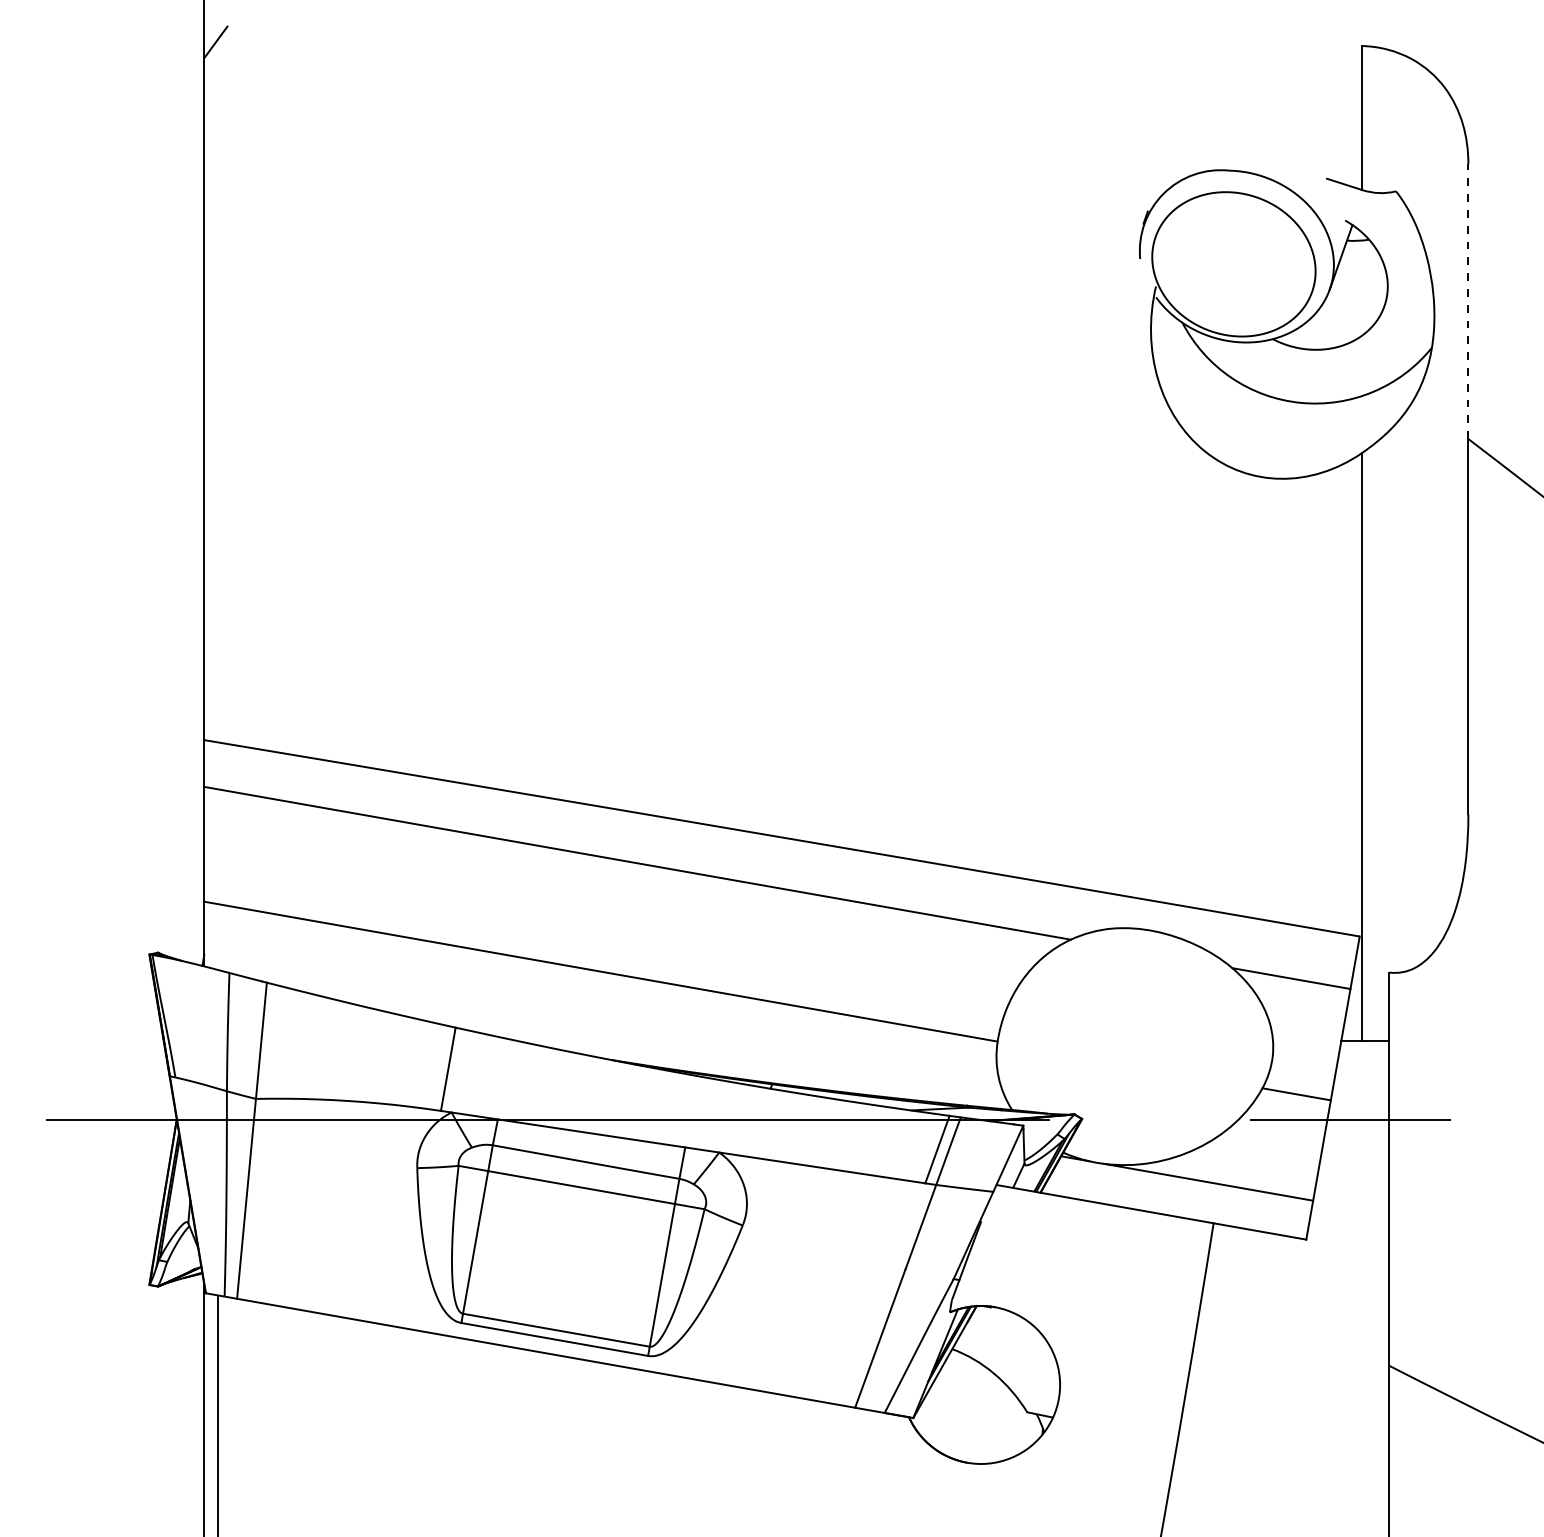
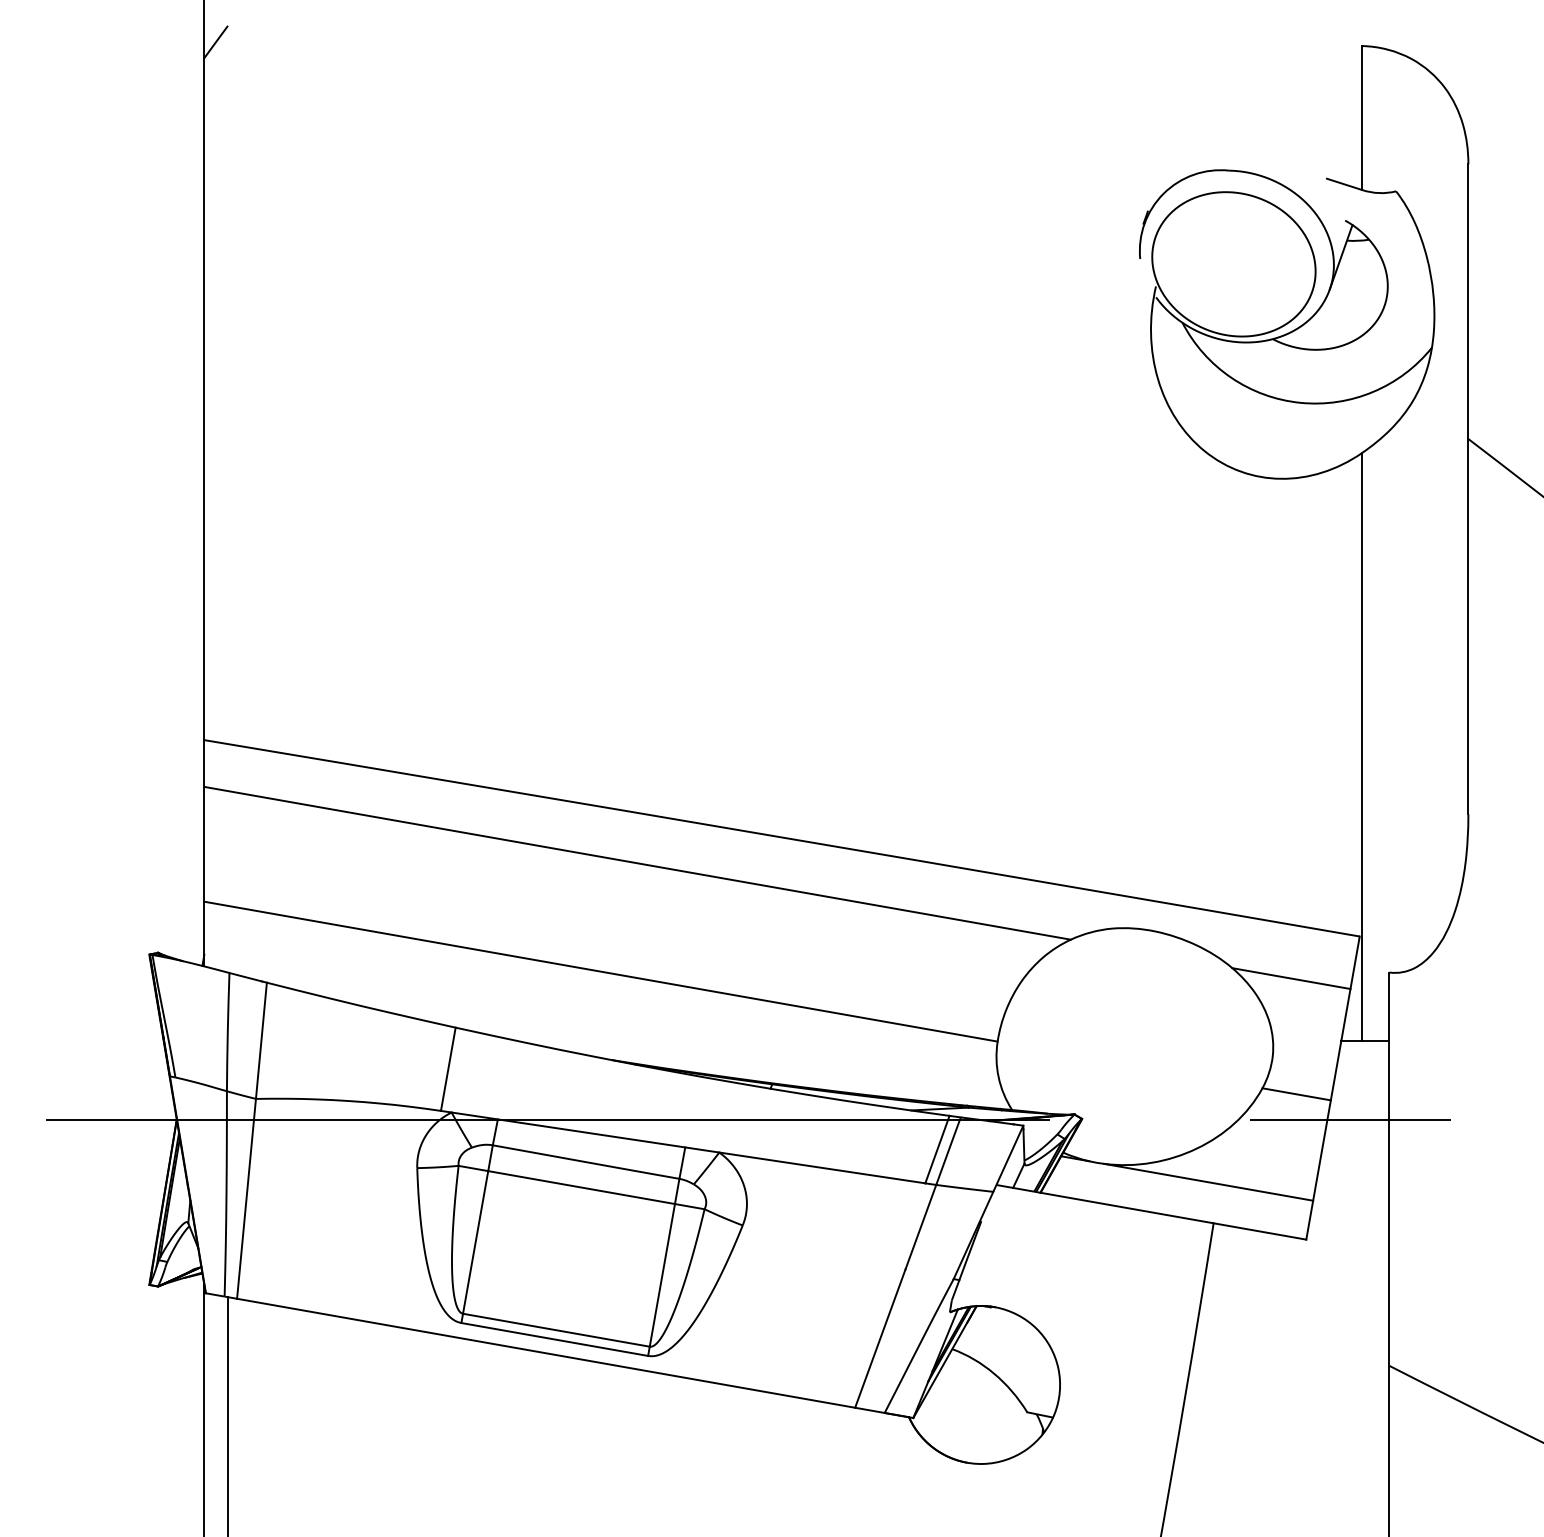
line at (1468, 301): dashed -> solid
line at (218, 1415) position: (218, 1415) -> (228, 1415)
